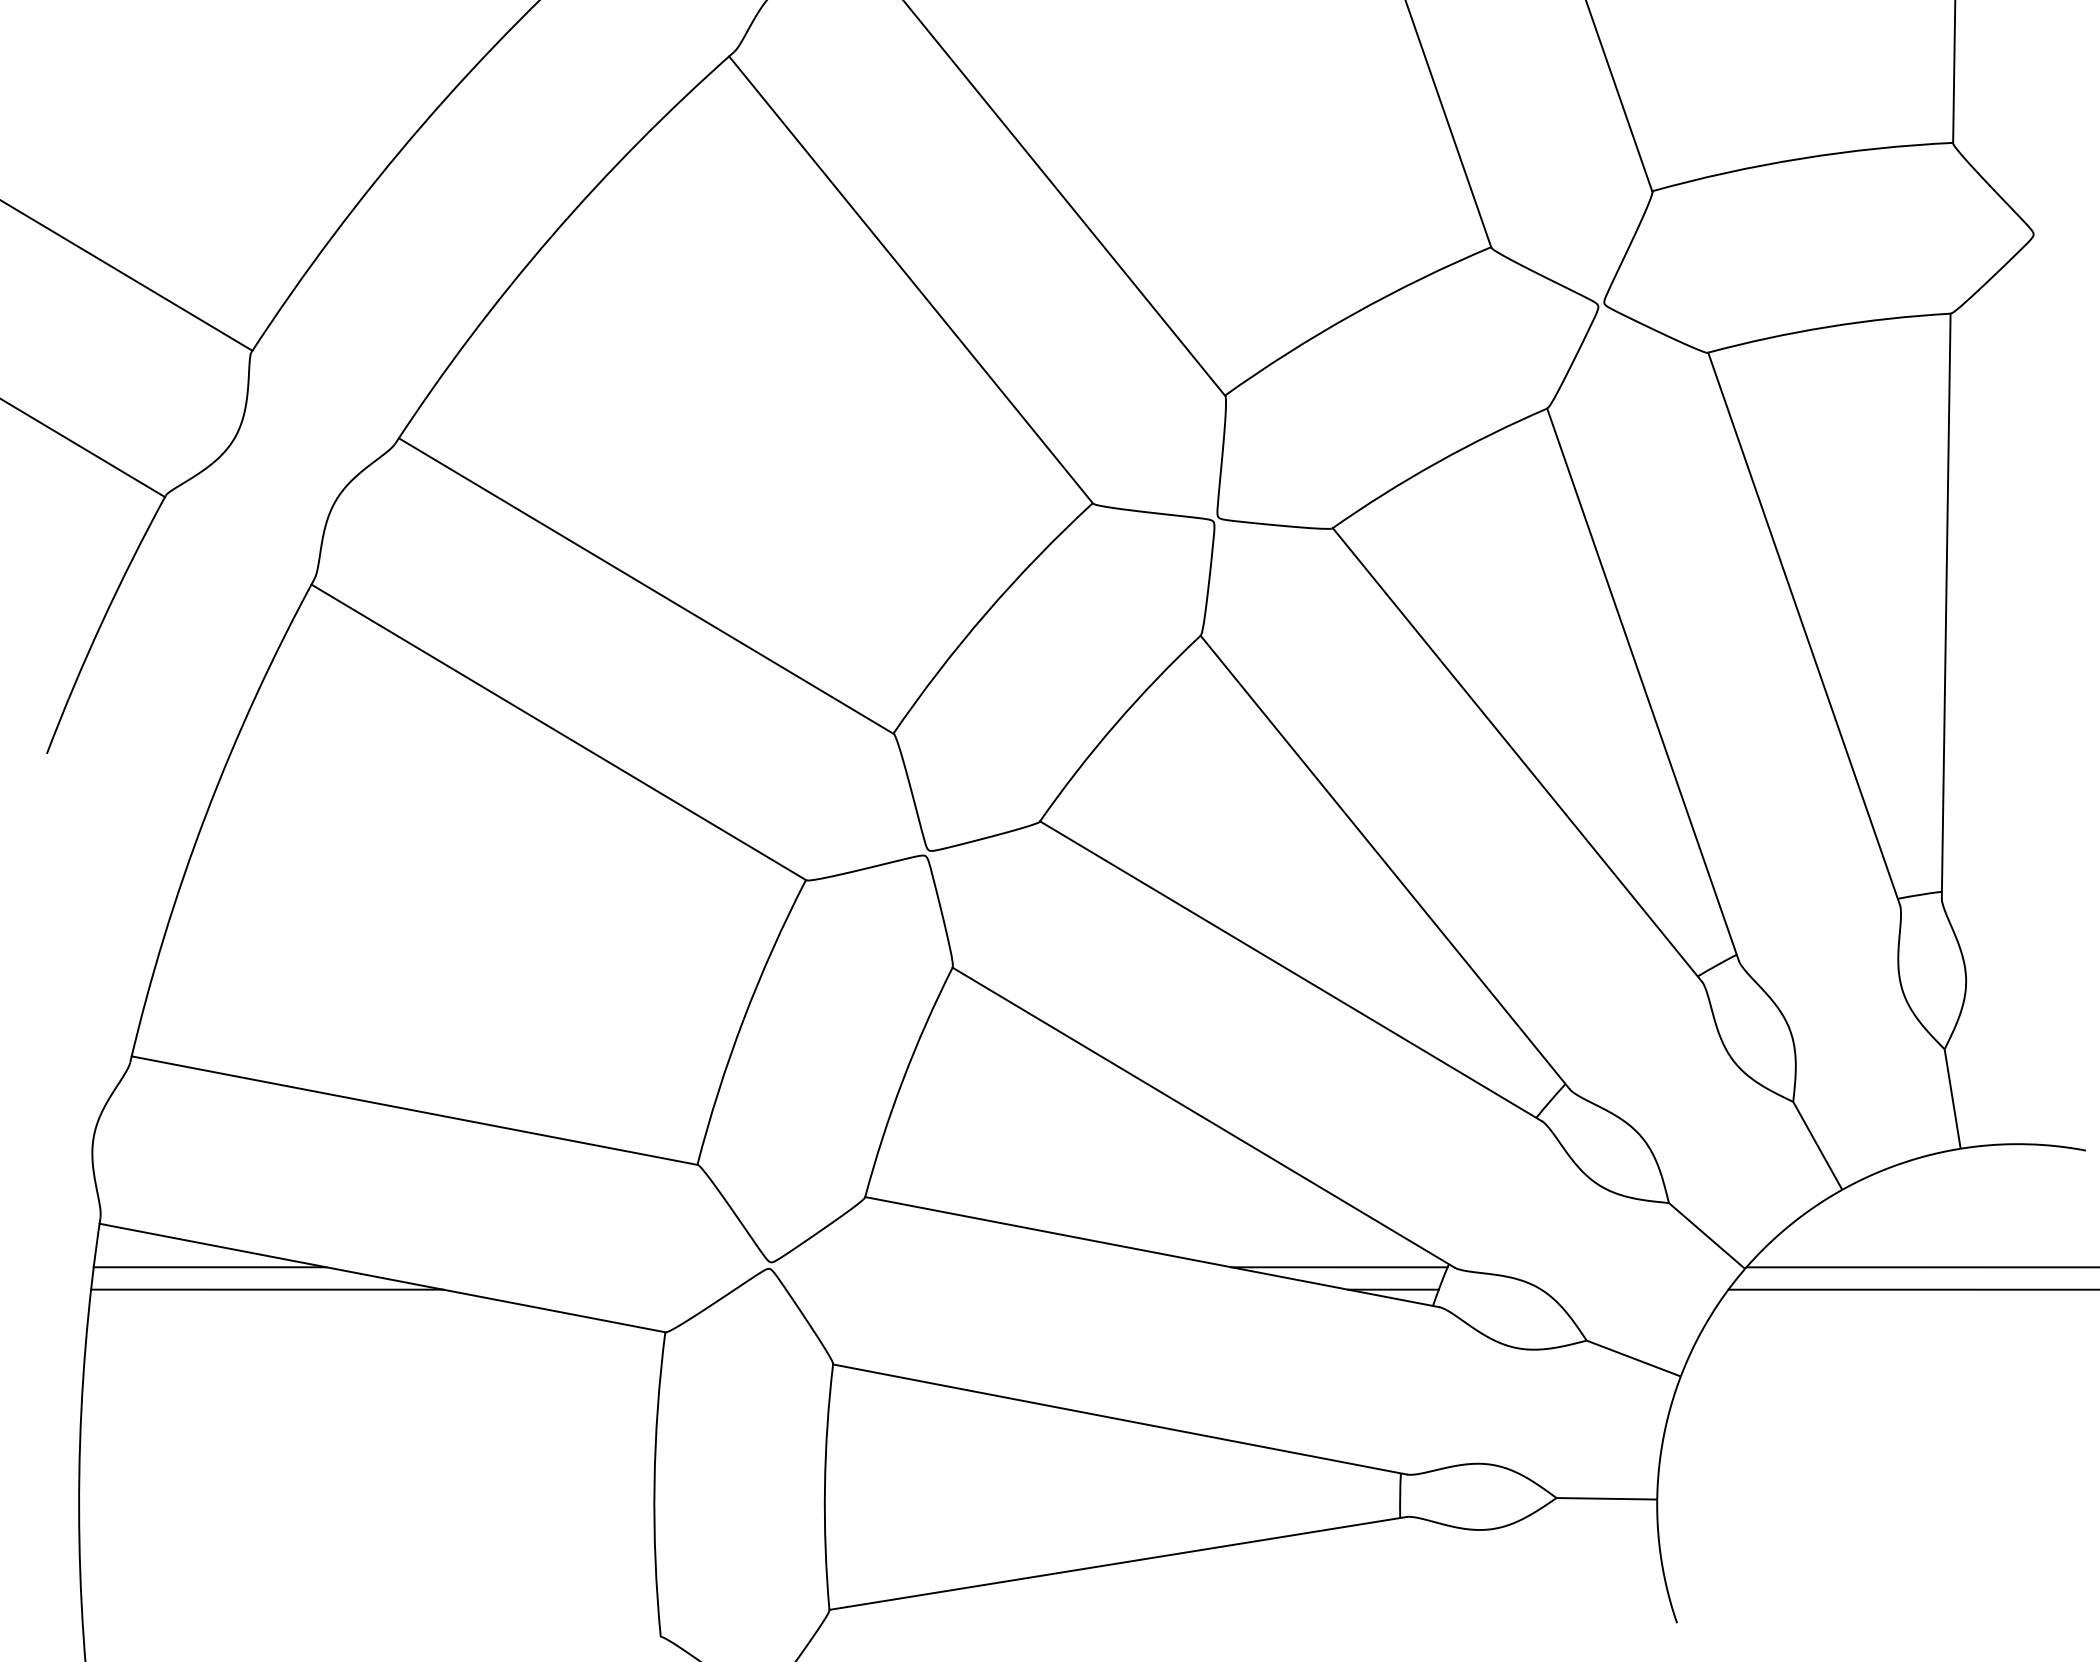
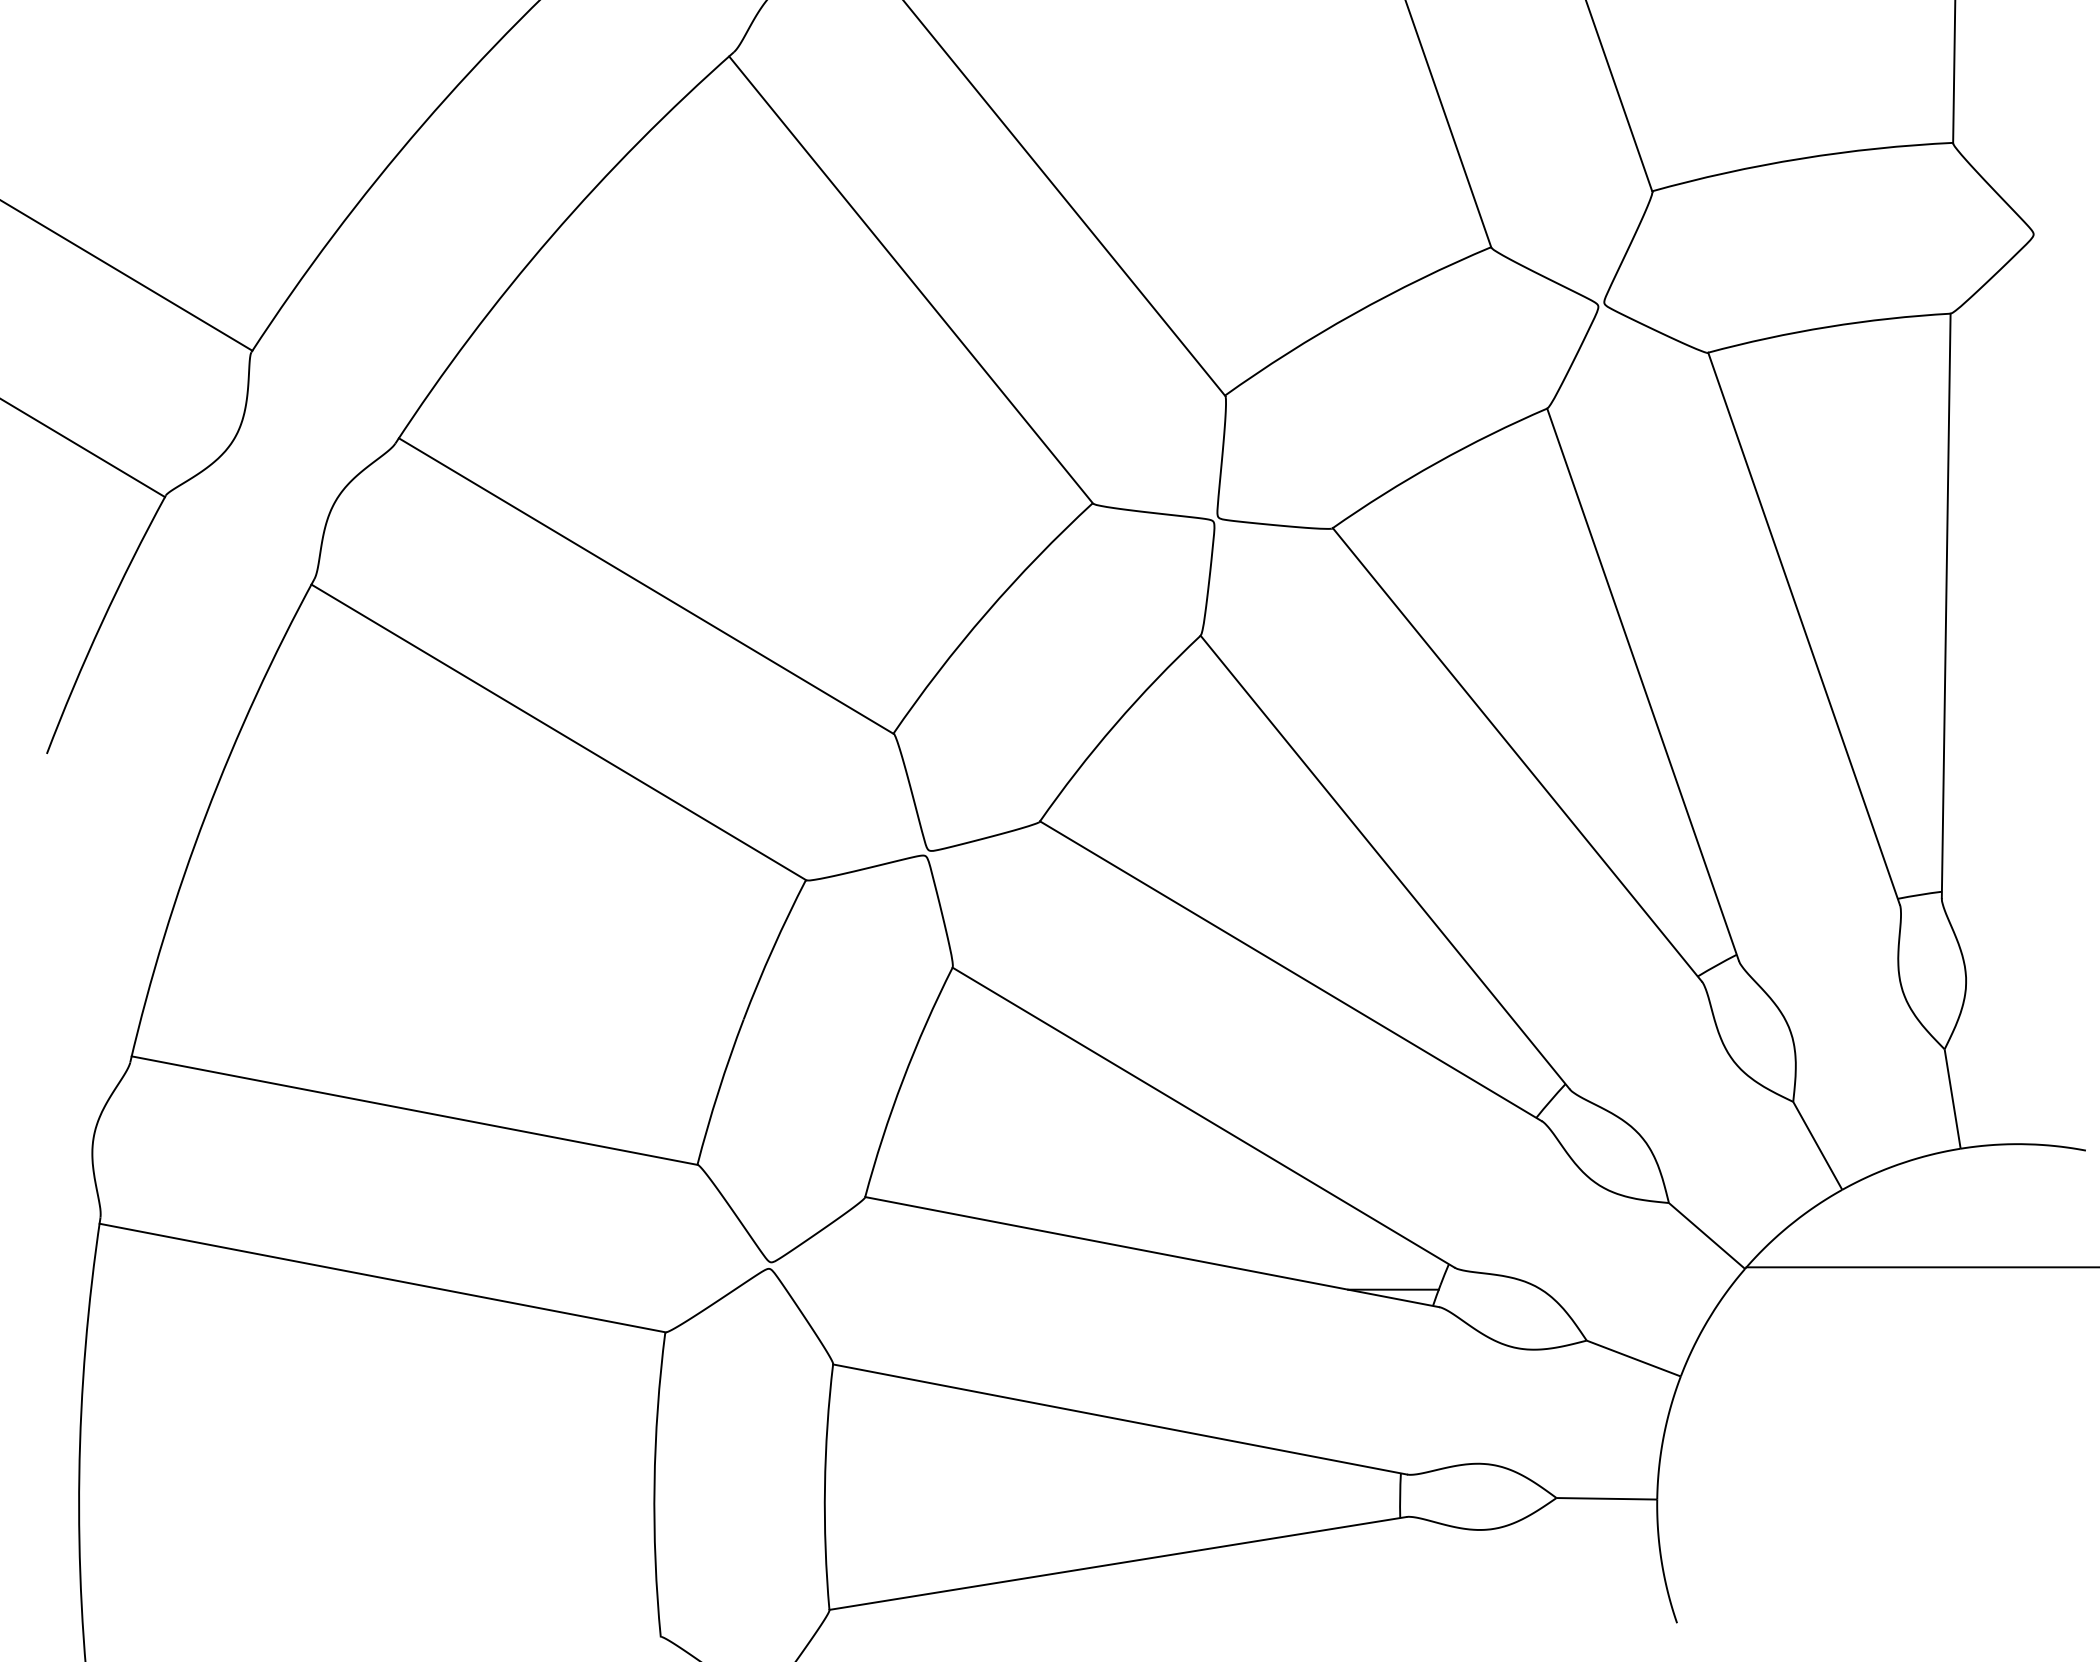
line at (209, 1267): present -> none
line at (1339, 1267): present -> none
line at (267, 1289): present -> none
line at (1912, 1289): present -> none
